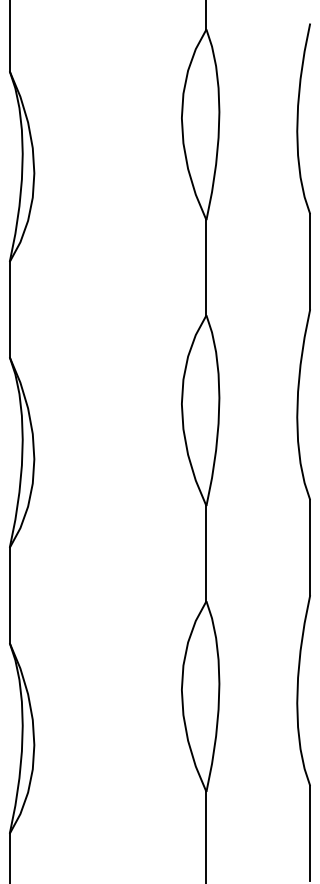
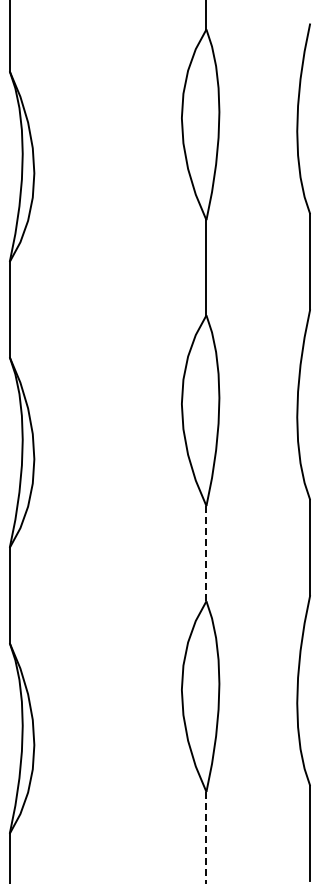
line at (206, 553): solid -> dashed
line at (206, 837): solid -> dashed
